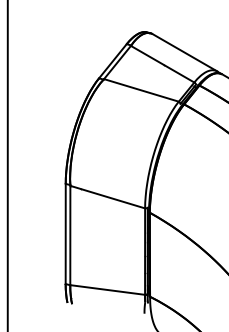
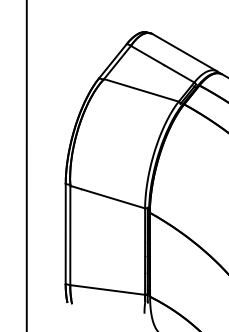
line at (7, 165) position: (7, 165) -> (26, 165)
